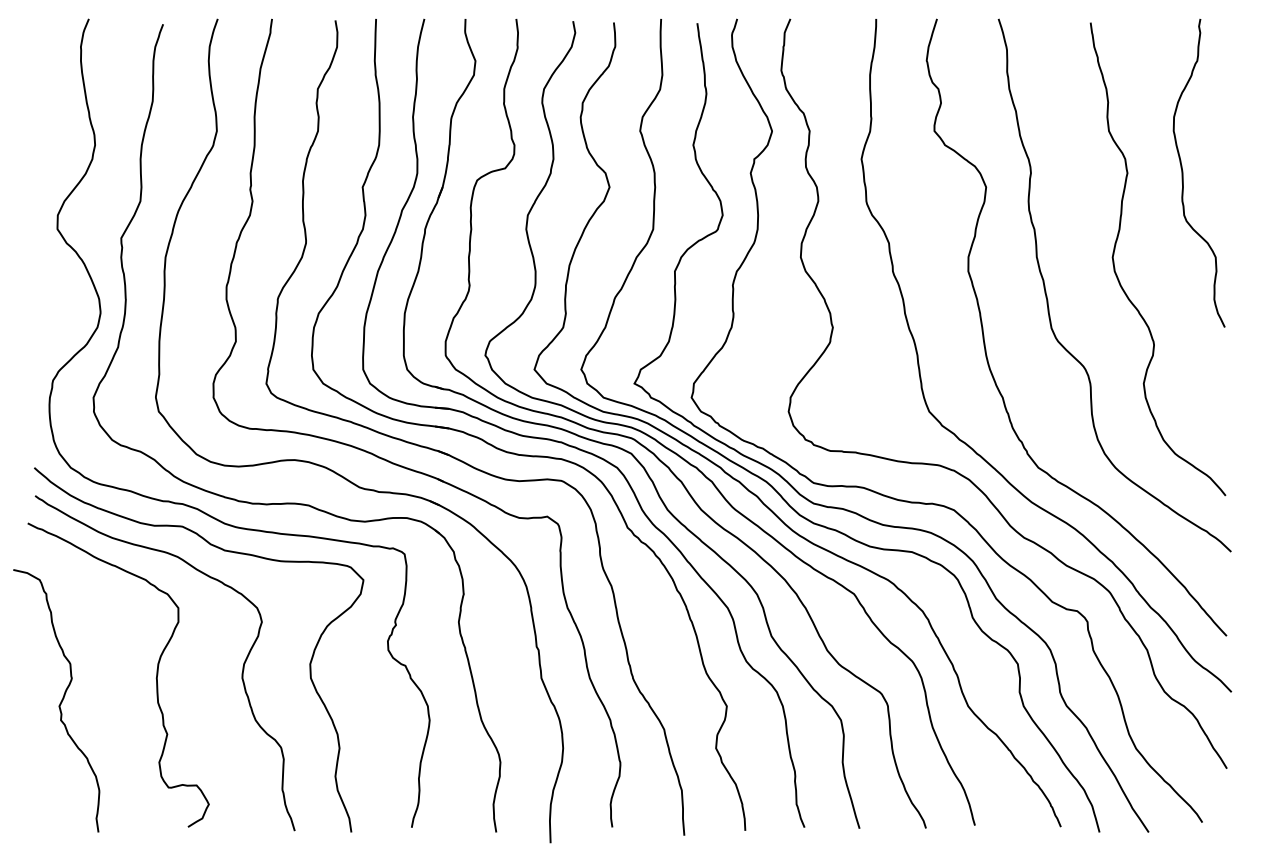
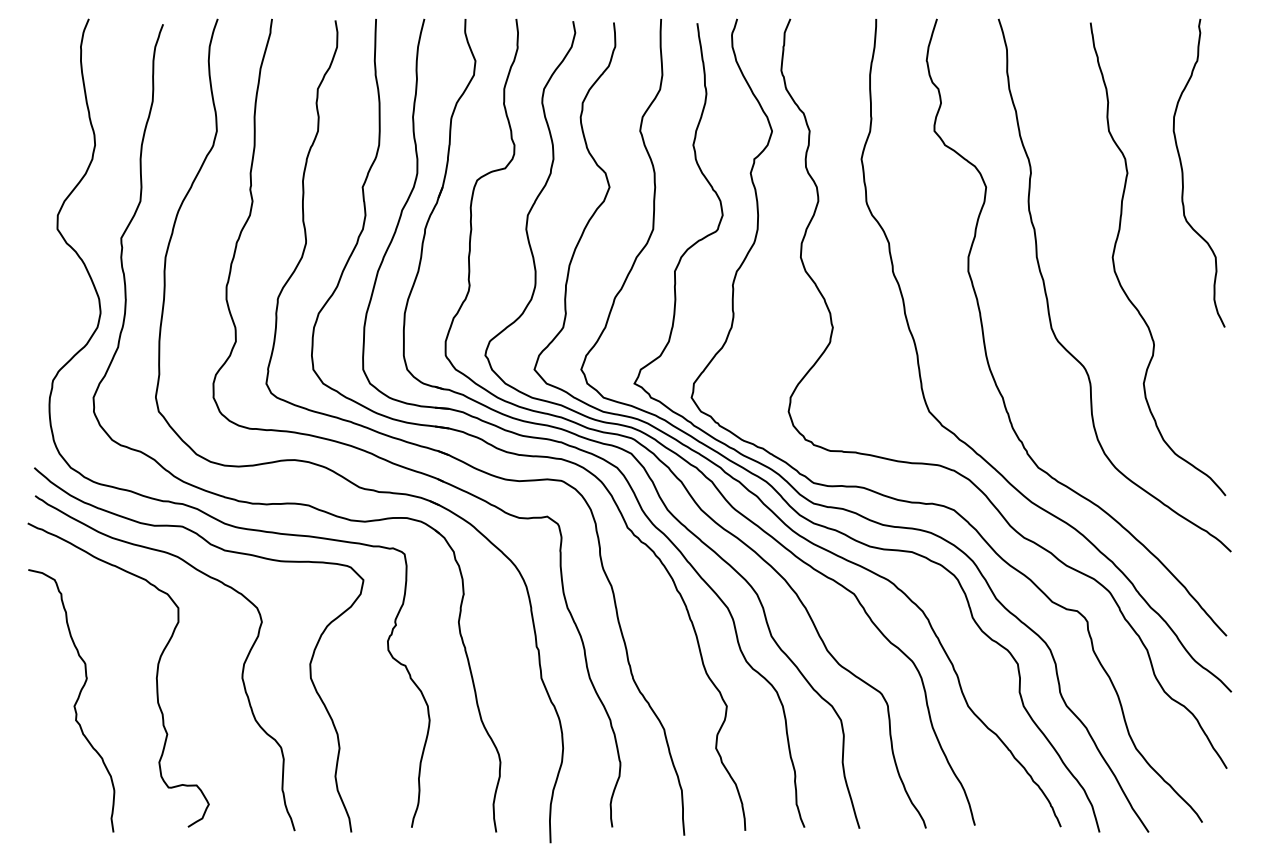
curve at (60, 701) position: (60, 701) -> (75, 701)
